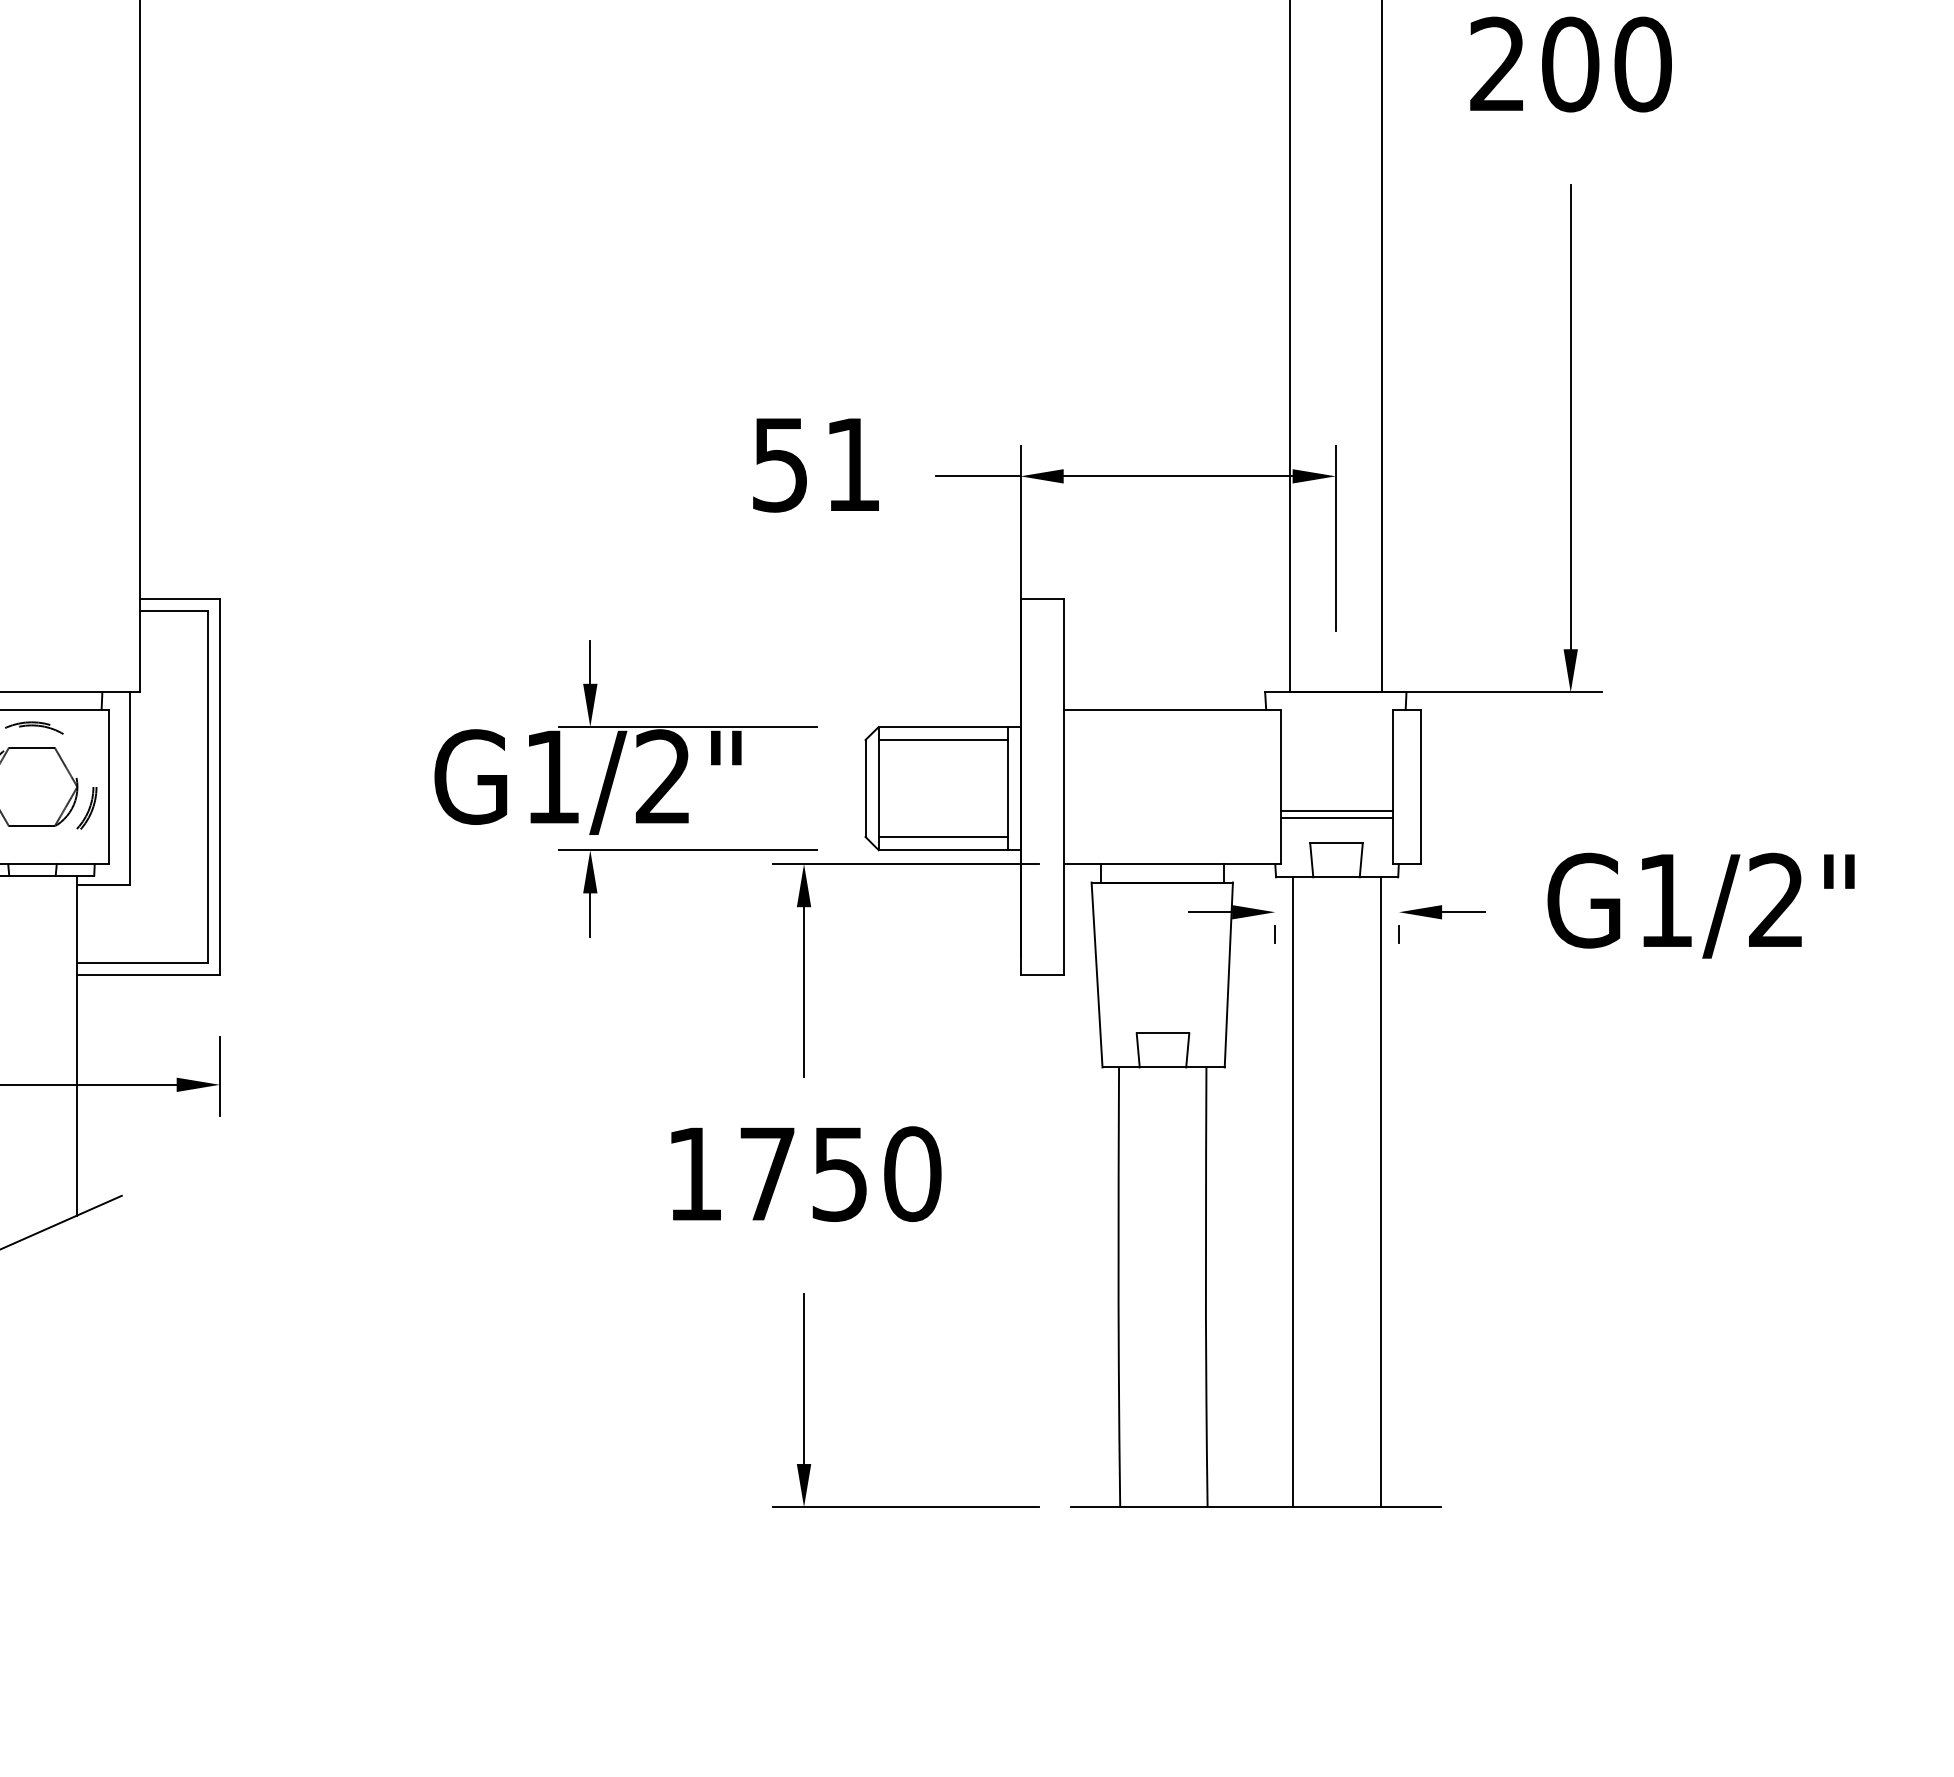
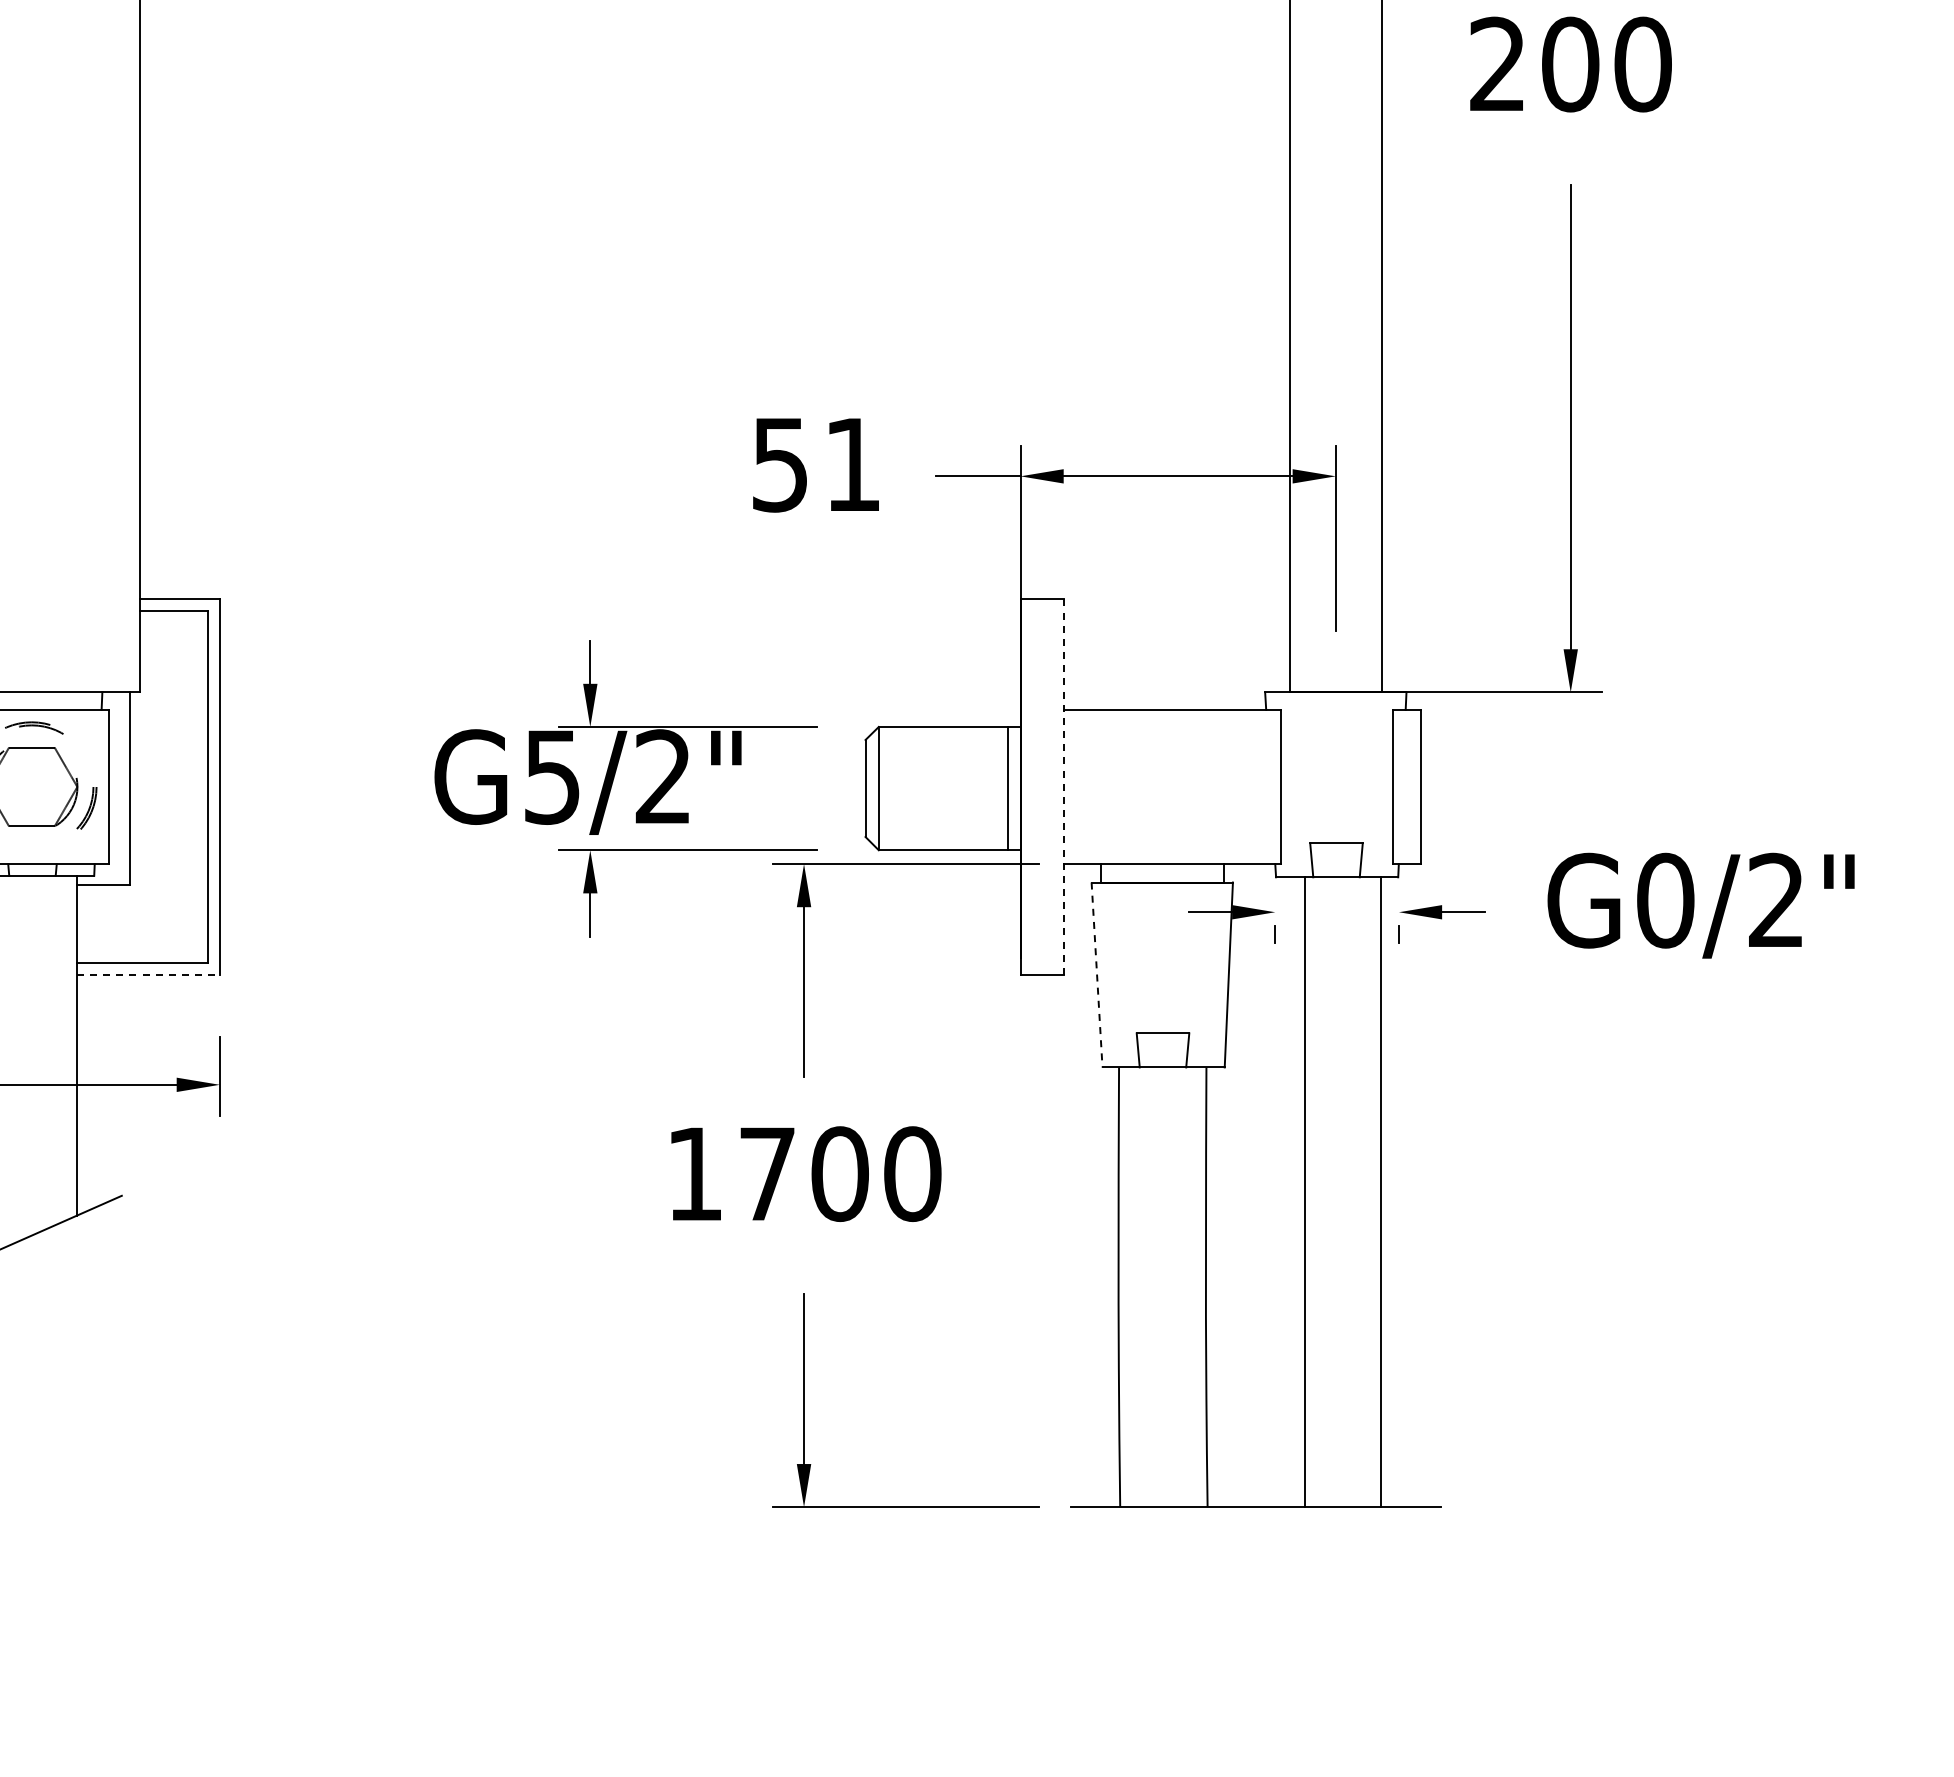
line at (942, 739): present -> none
text at (552, 777): G1/2" -> G5/2"
line at (1063, 787): solid -> dashed
line at (1336, 811): present -> none
line at (1336, 817): present -> none
line at (942, 837): present -> none
text at (1665, 900): G1/2" -> G0/2"
line at (148, 974): solid -> dashed
line at (1097, 974): solid -> dashed
text at (839, 1173): 1750 -> 1700
line at (1293, 1192) position: (1293, 1192) -> (1305, 1192)
